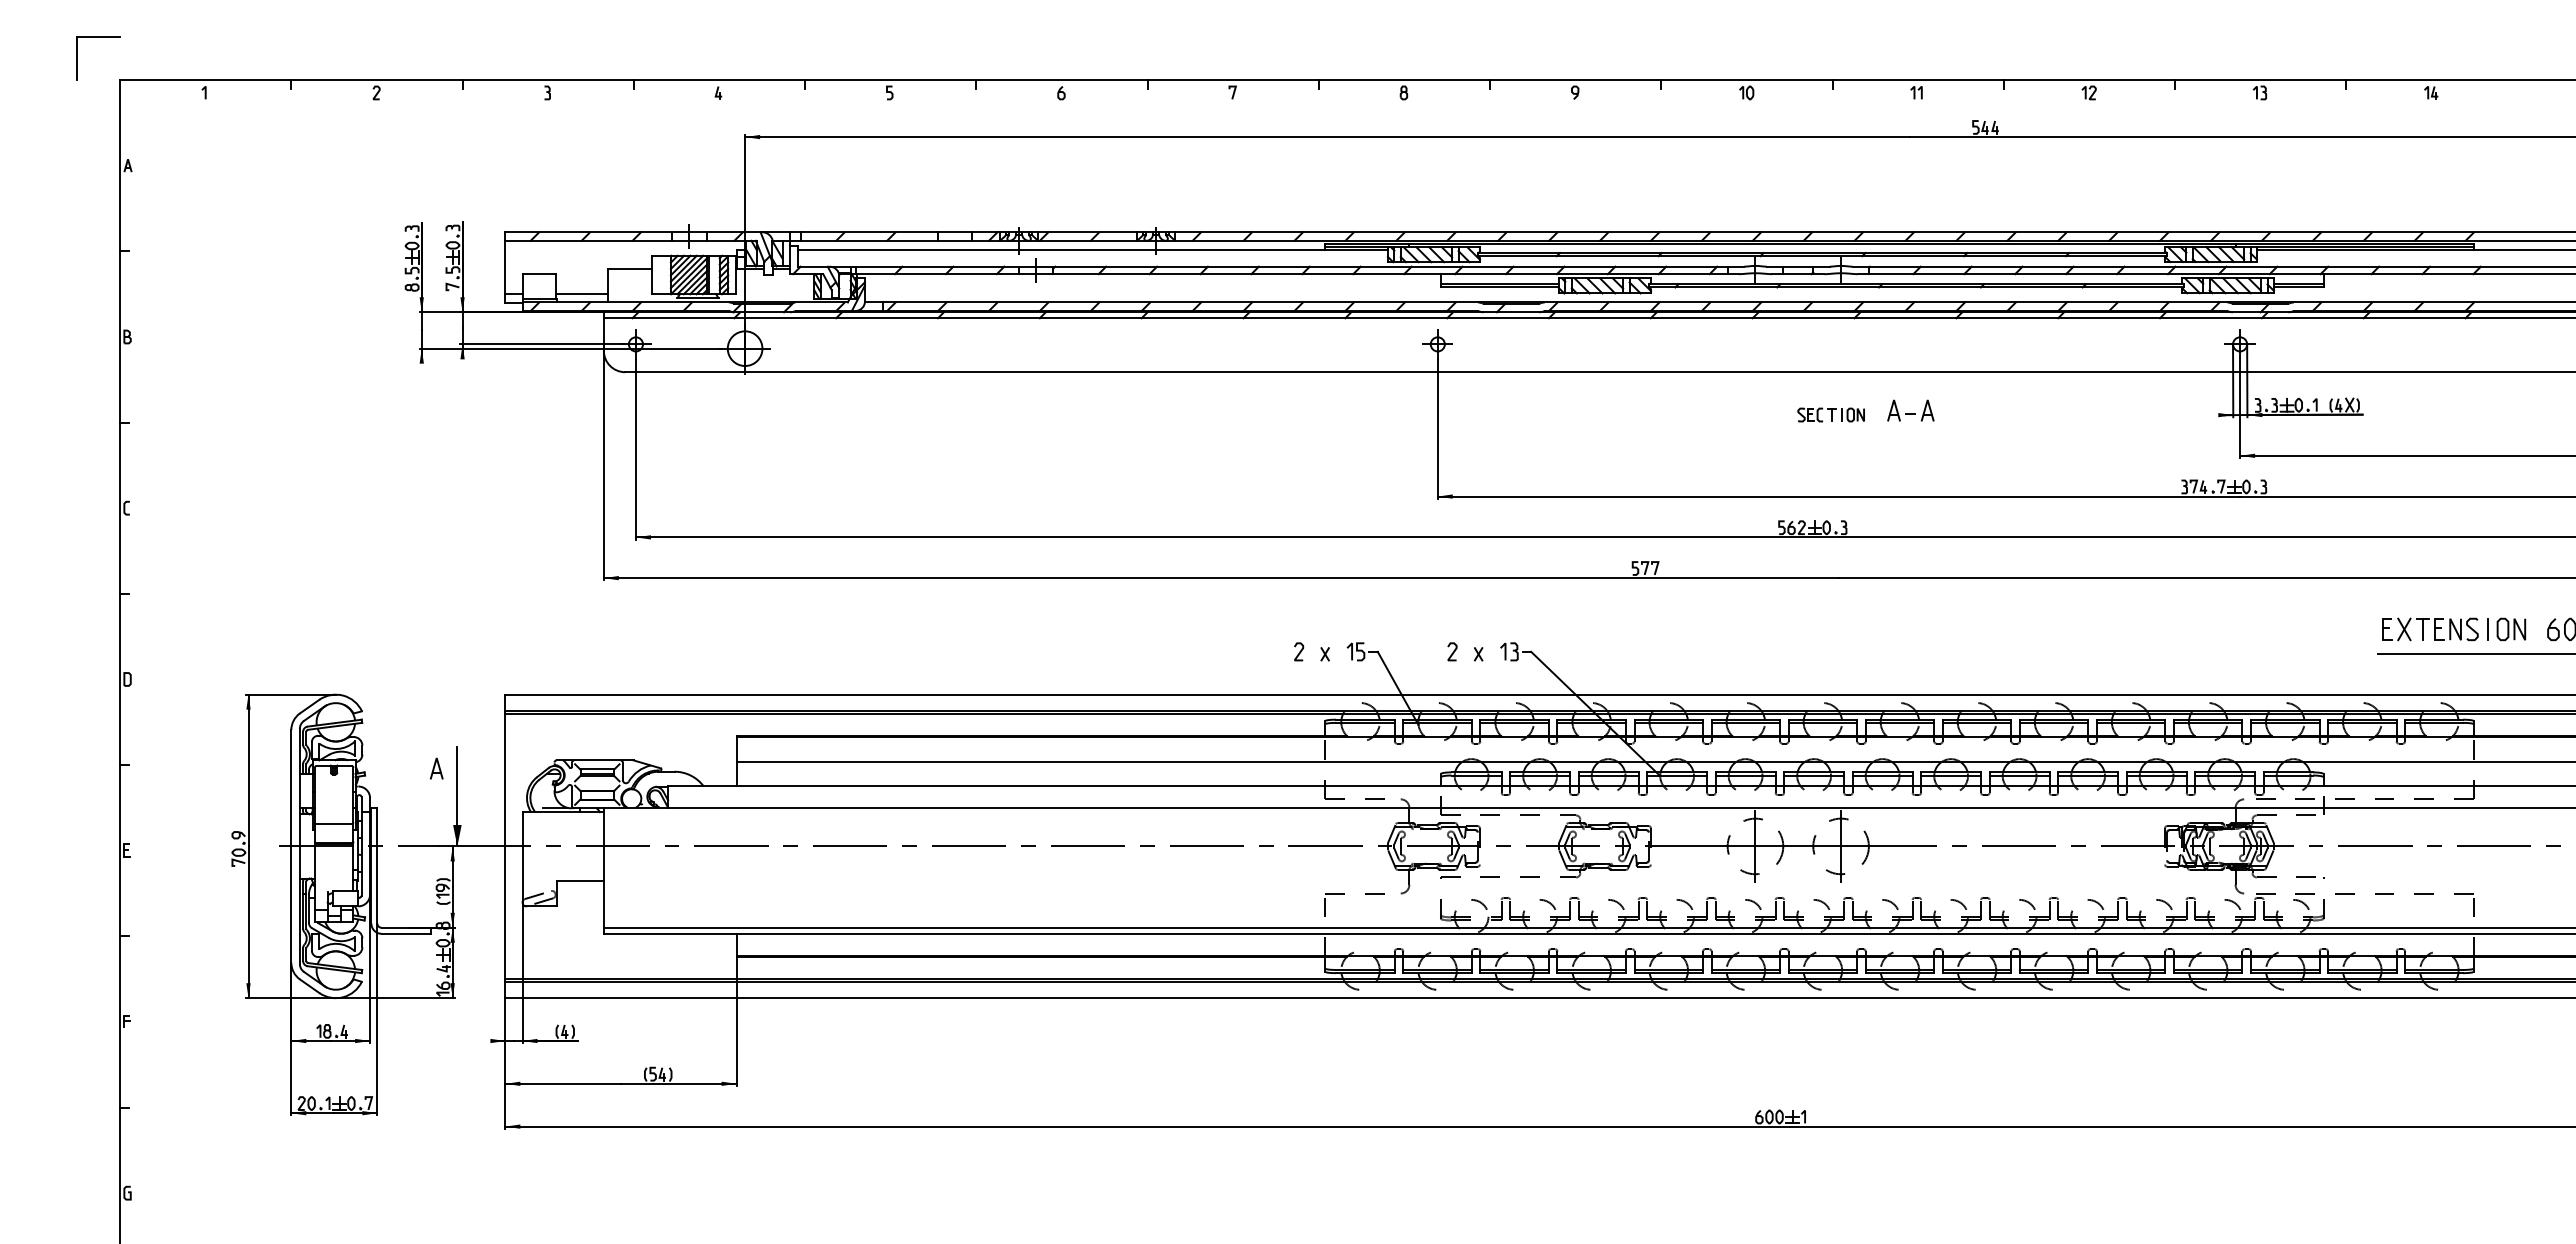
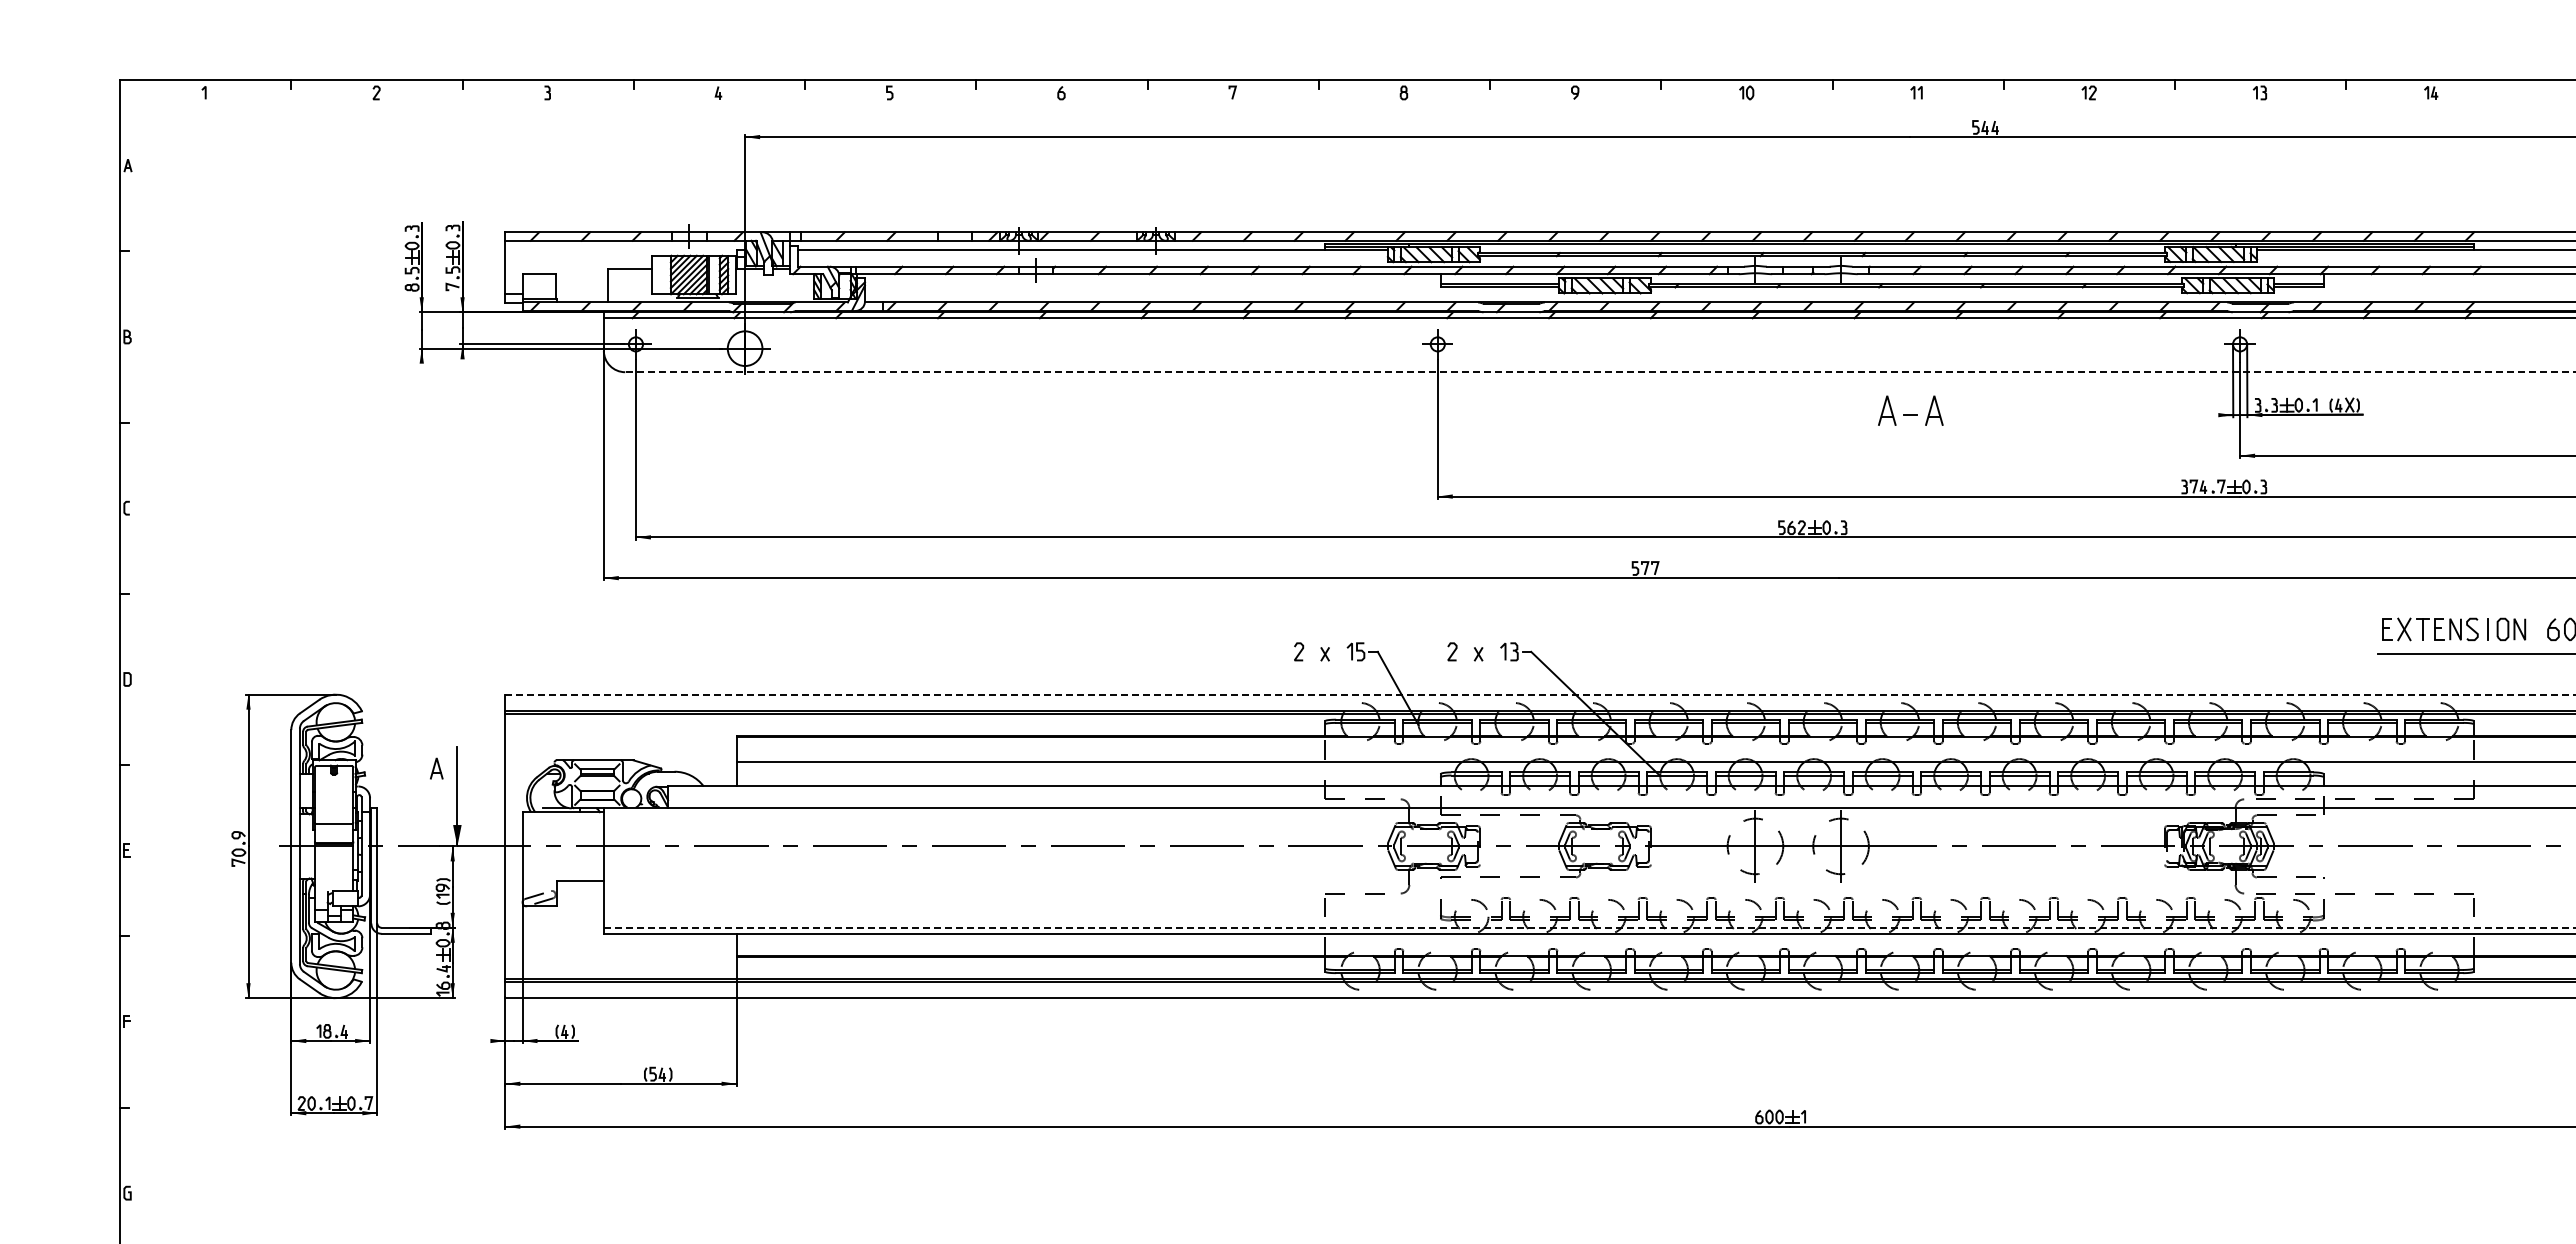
part at (98, 37): present -> none
line at (581, 294): present -> none
line at (1600, 372): solid -> dashed
part at (1910, 410) size: 48x23 px -> 66x31 px
part at (1830, 414): present -> none
line at (1540, 694): solid -> dashed
line at (1589, 927): solid -> dashed
